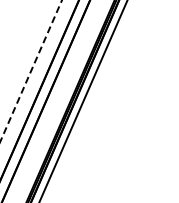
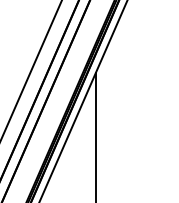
line at (30, 71): dashed -> solid
line at (95, 135): none -> present
